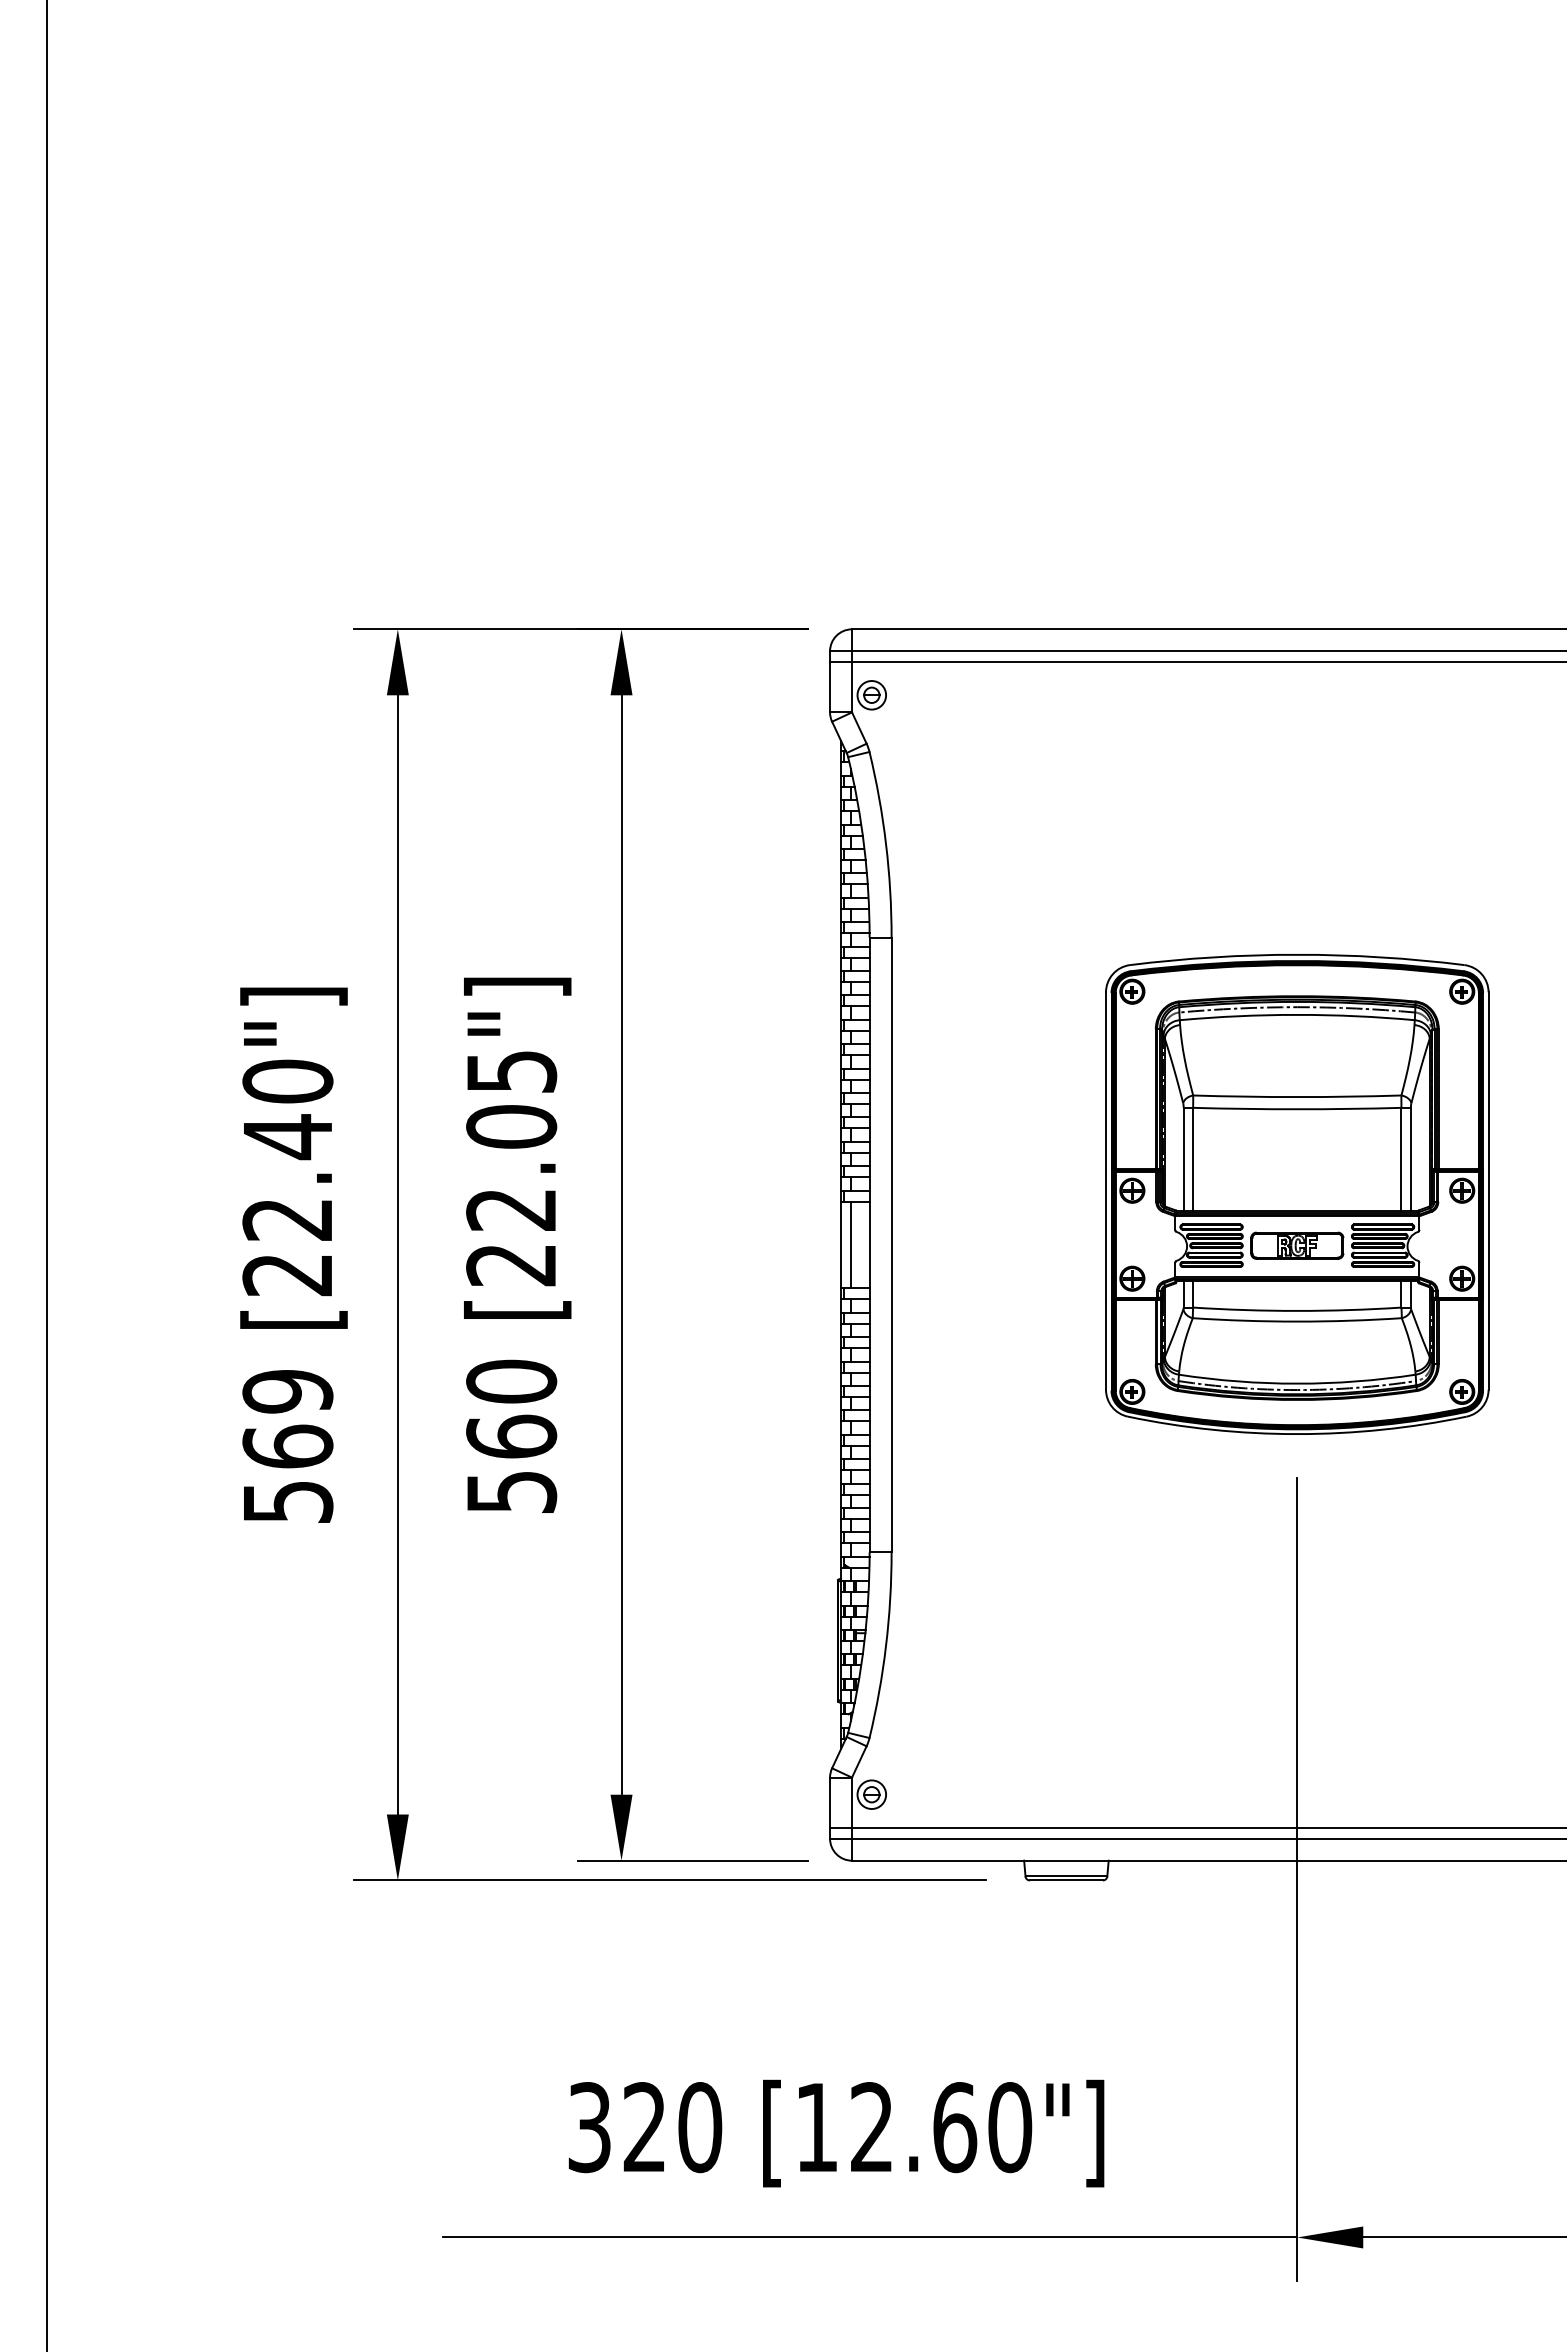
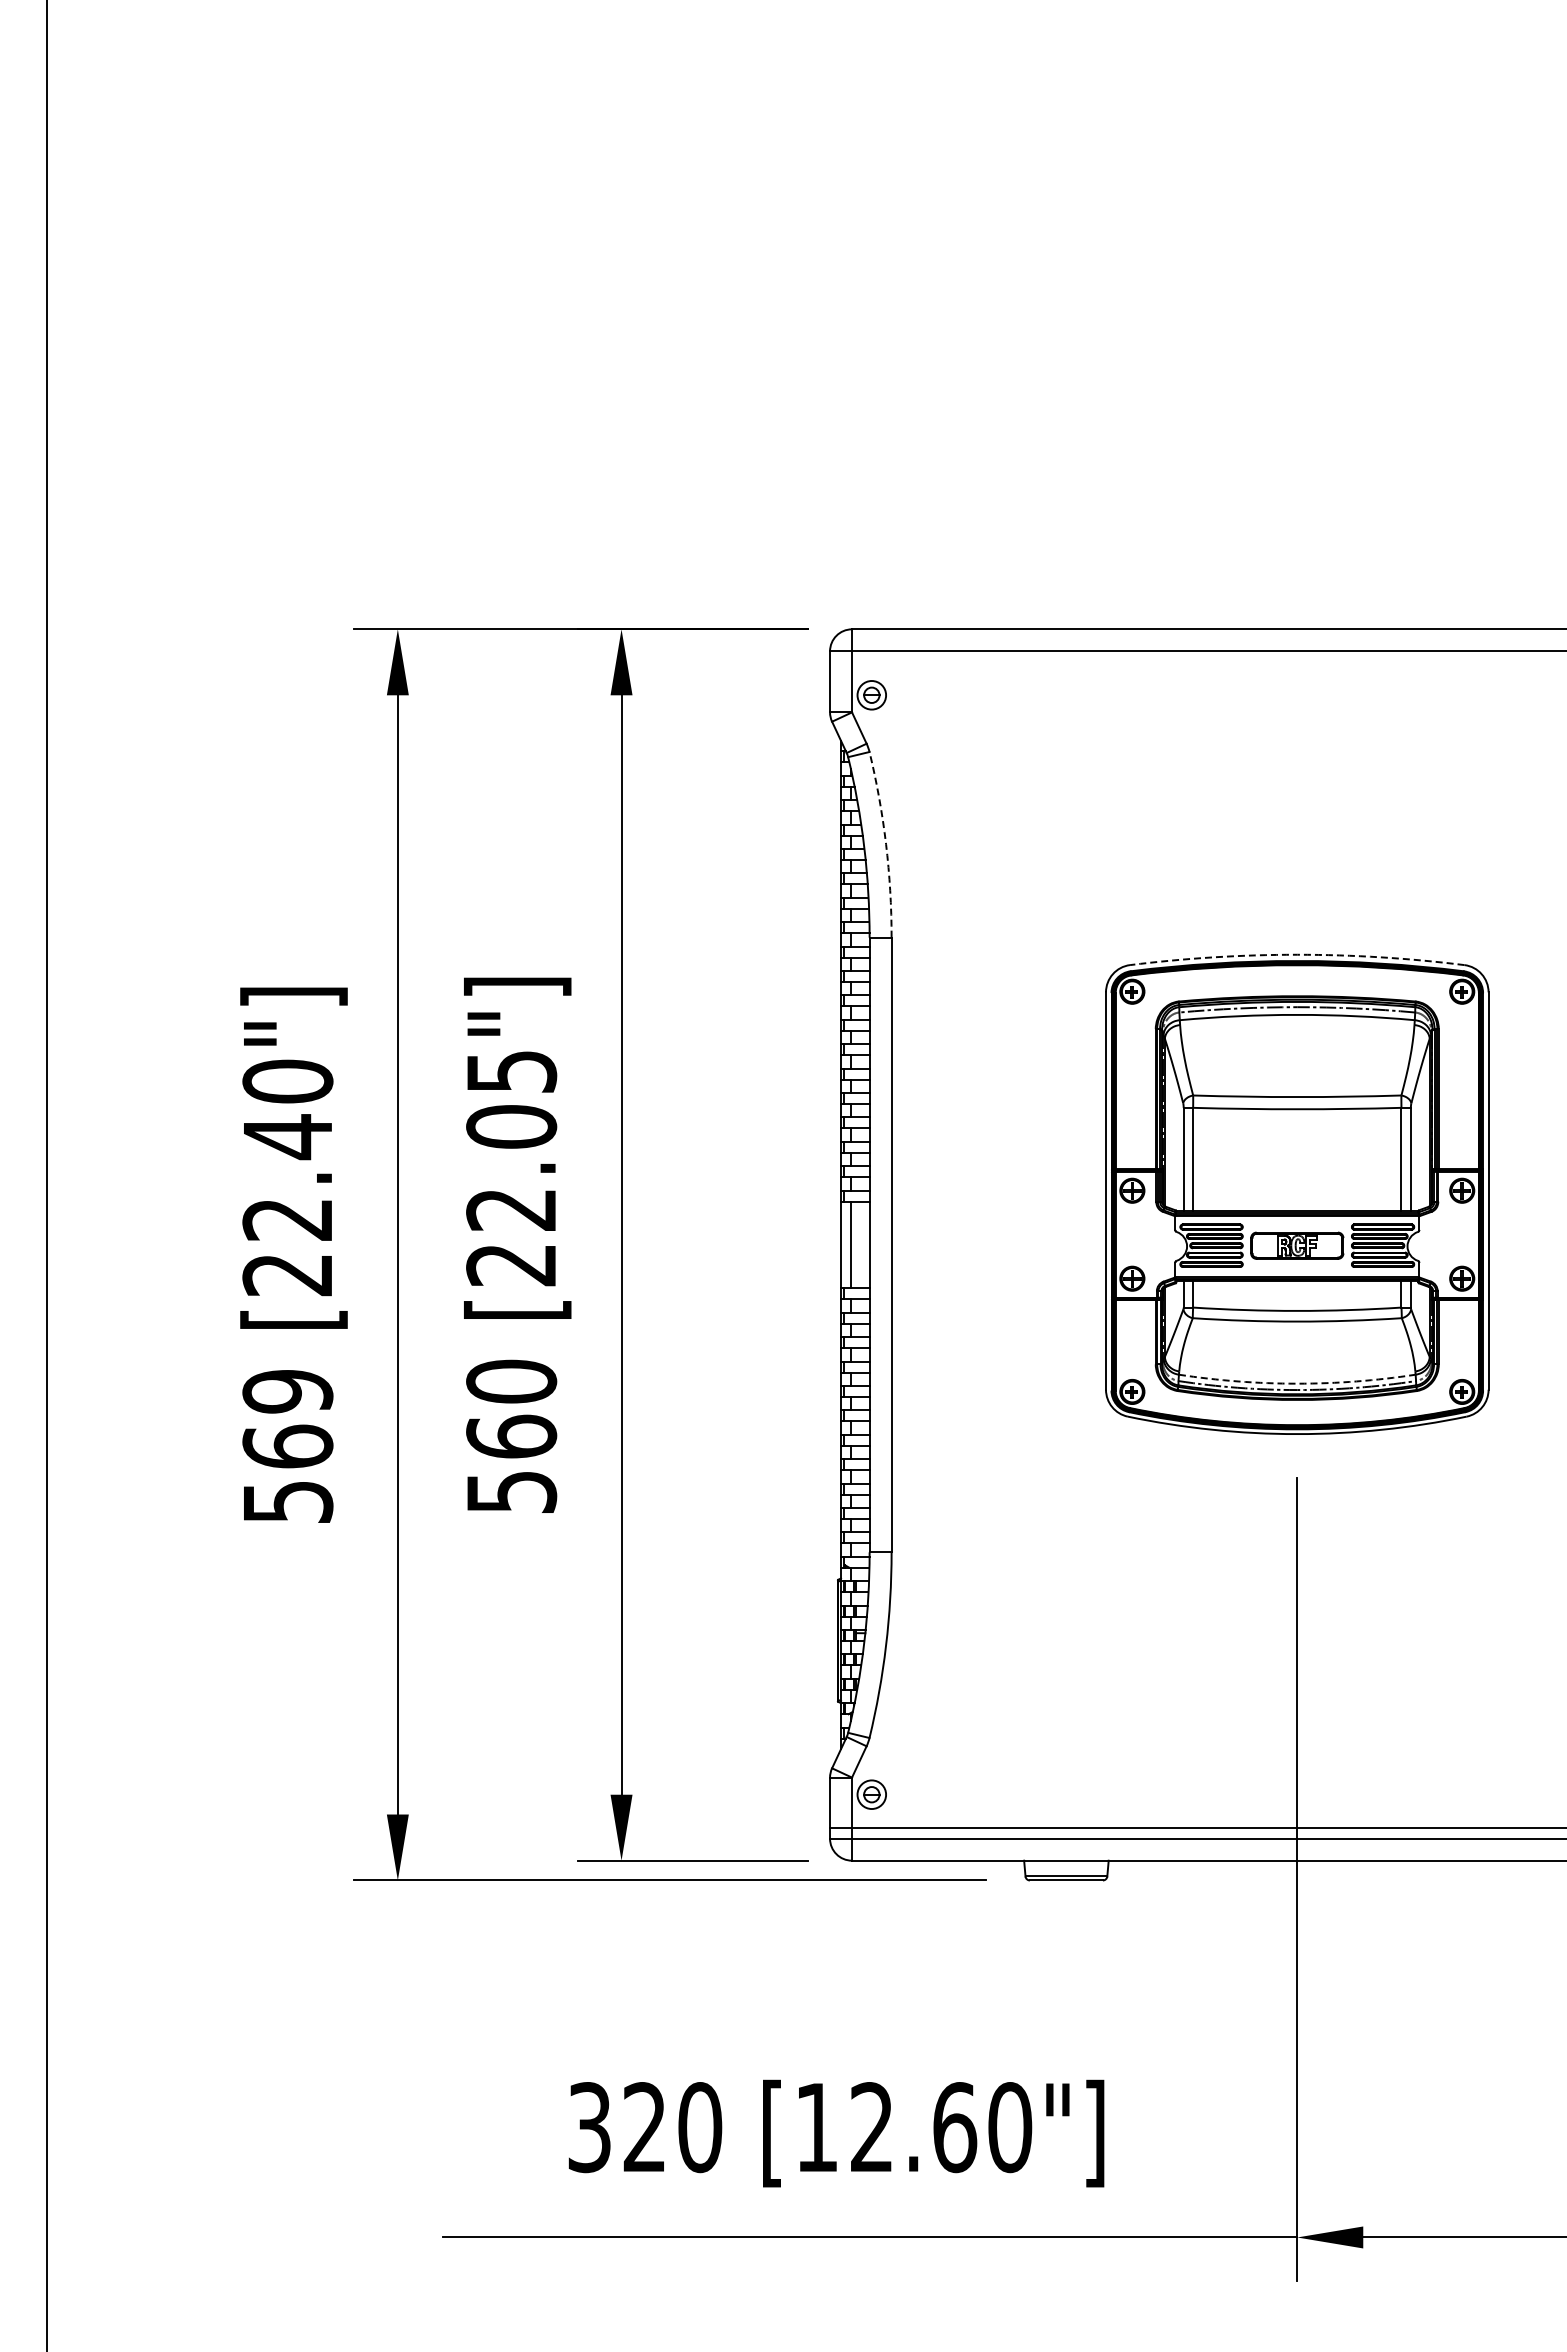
line at (1196, 662): present -> none
arc at (886, 844): solid -> dashed
arc at (1297, 954): solid -> dashed
arc at (1297, 1383): solid -> dashed
